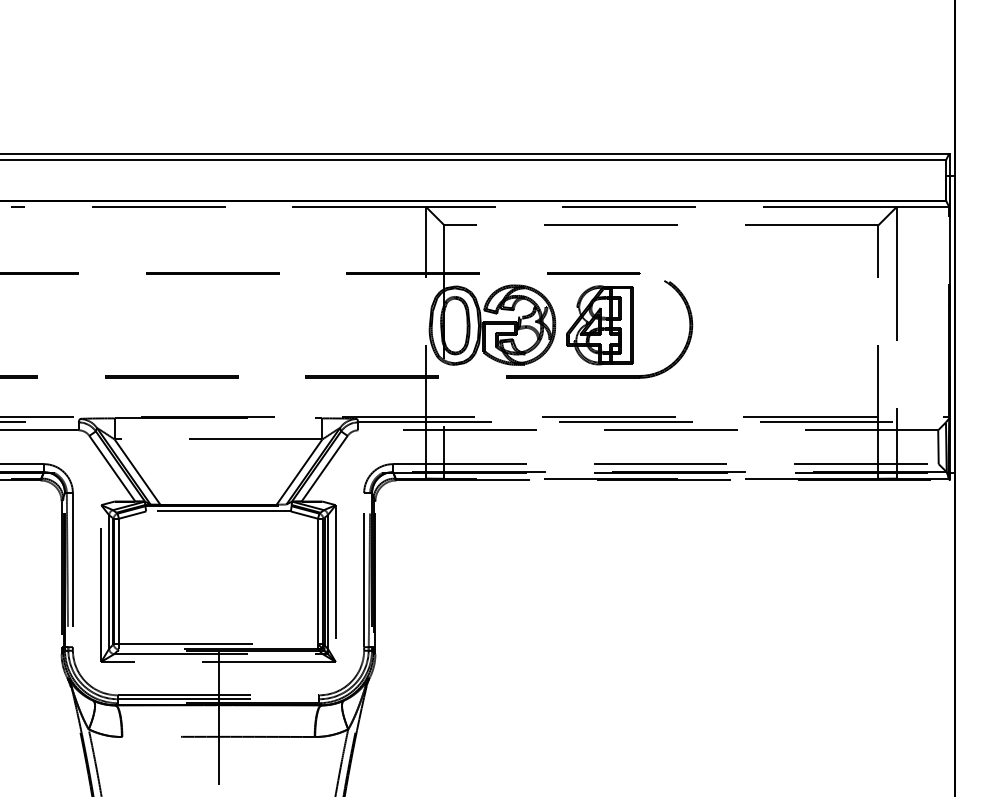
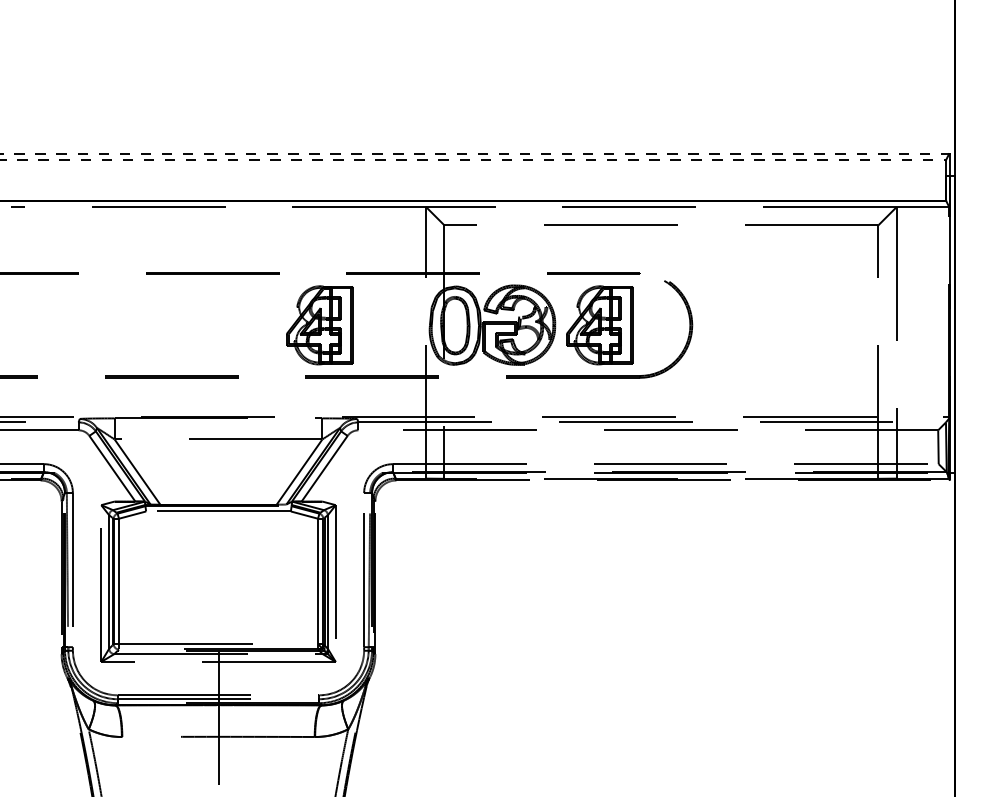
line at (475, 154): solid -> dashed
line at (473, 160): solid -> dashed
part at (319, 325): none -> present
